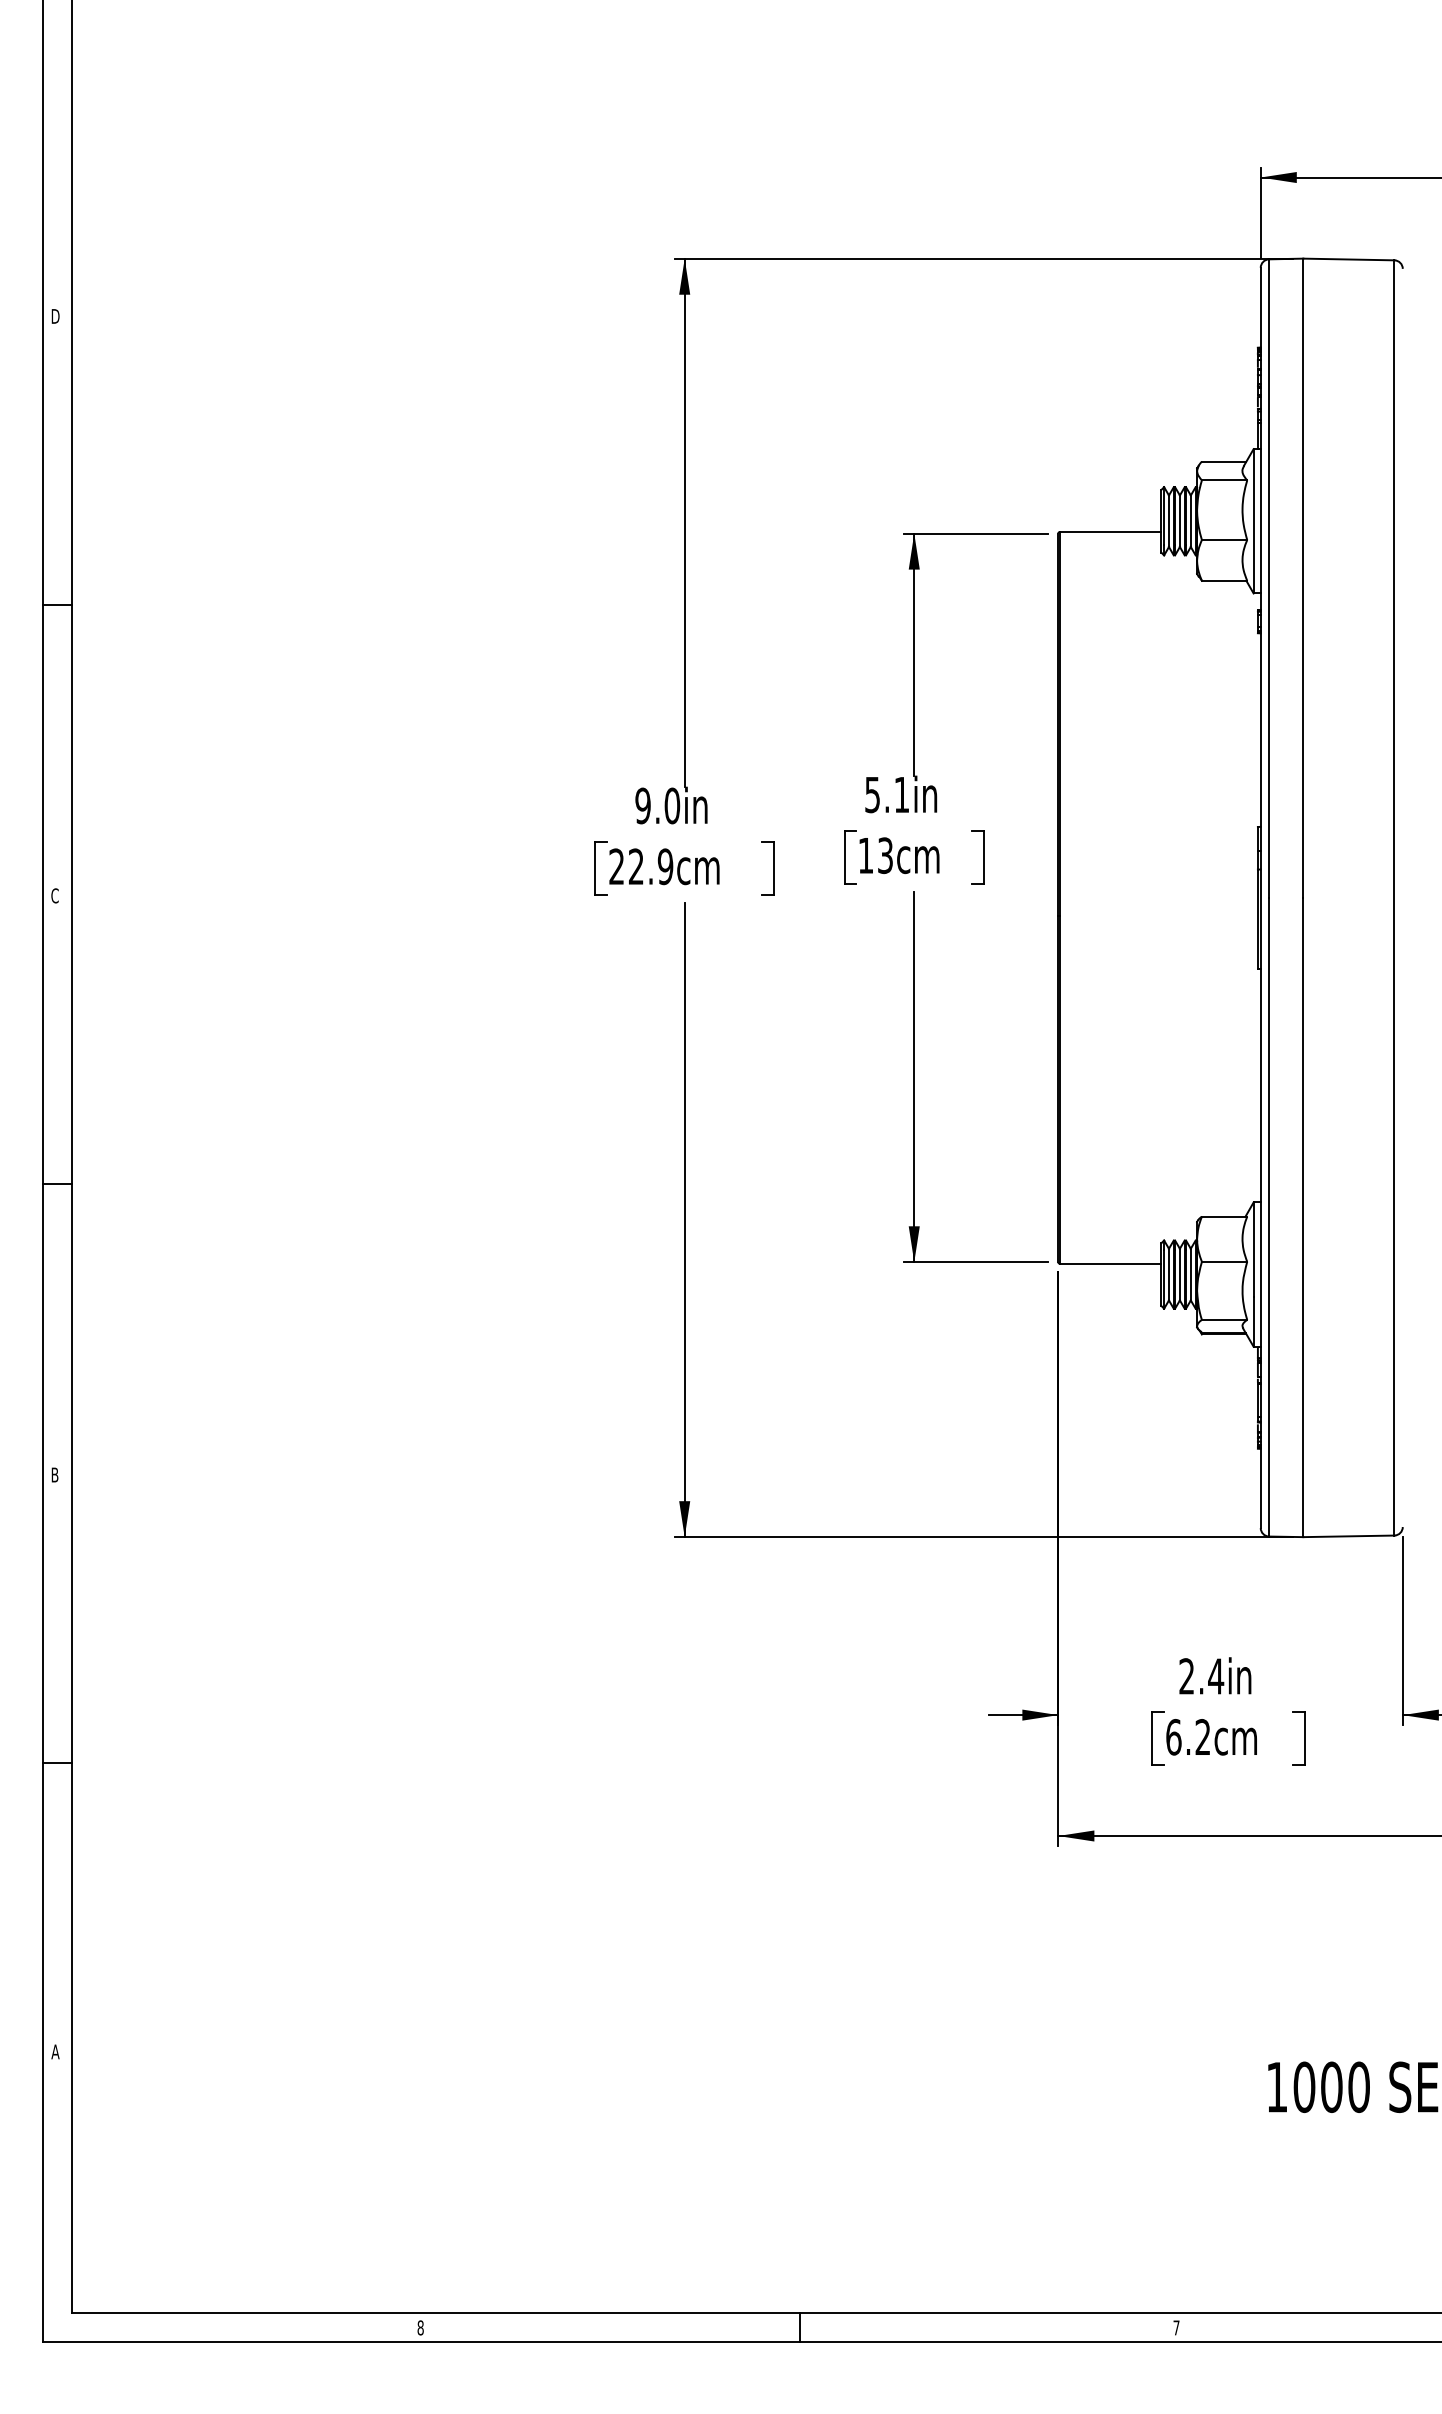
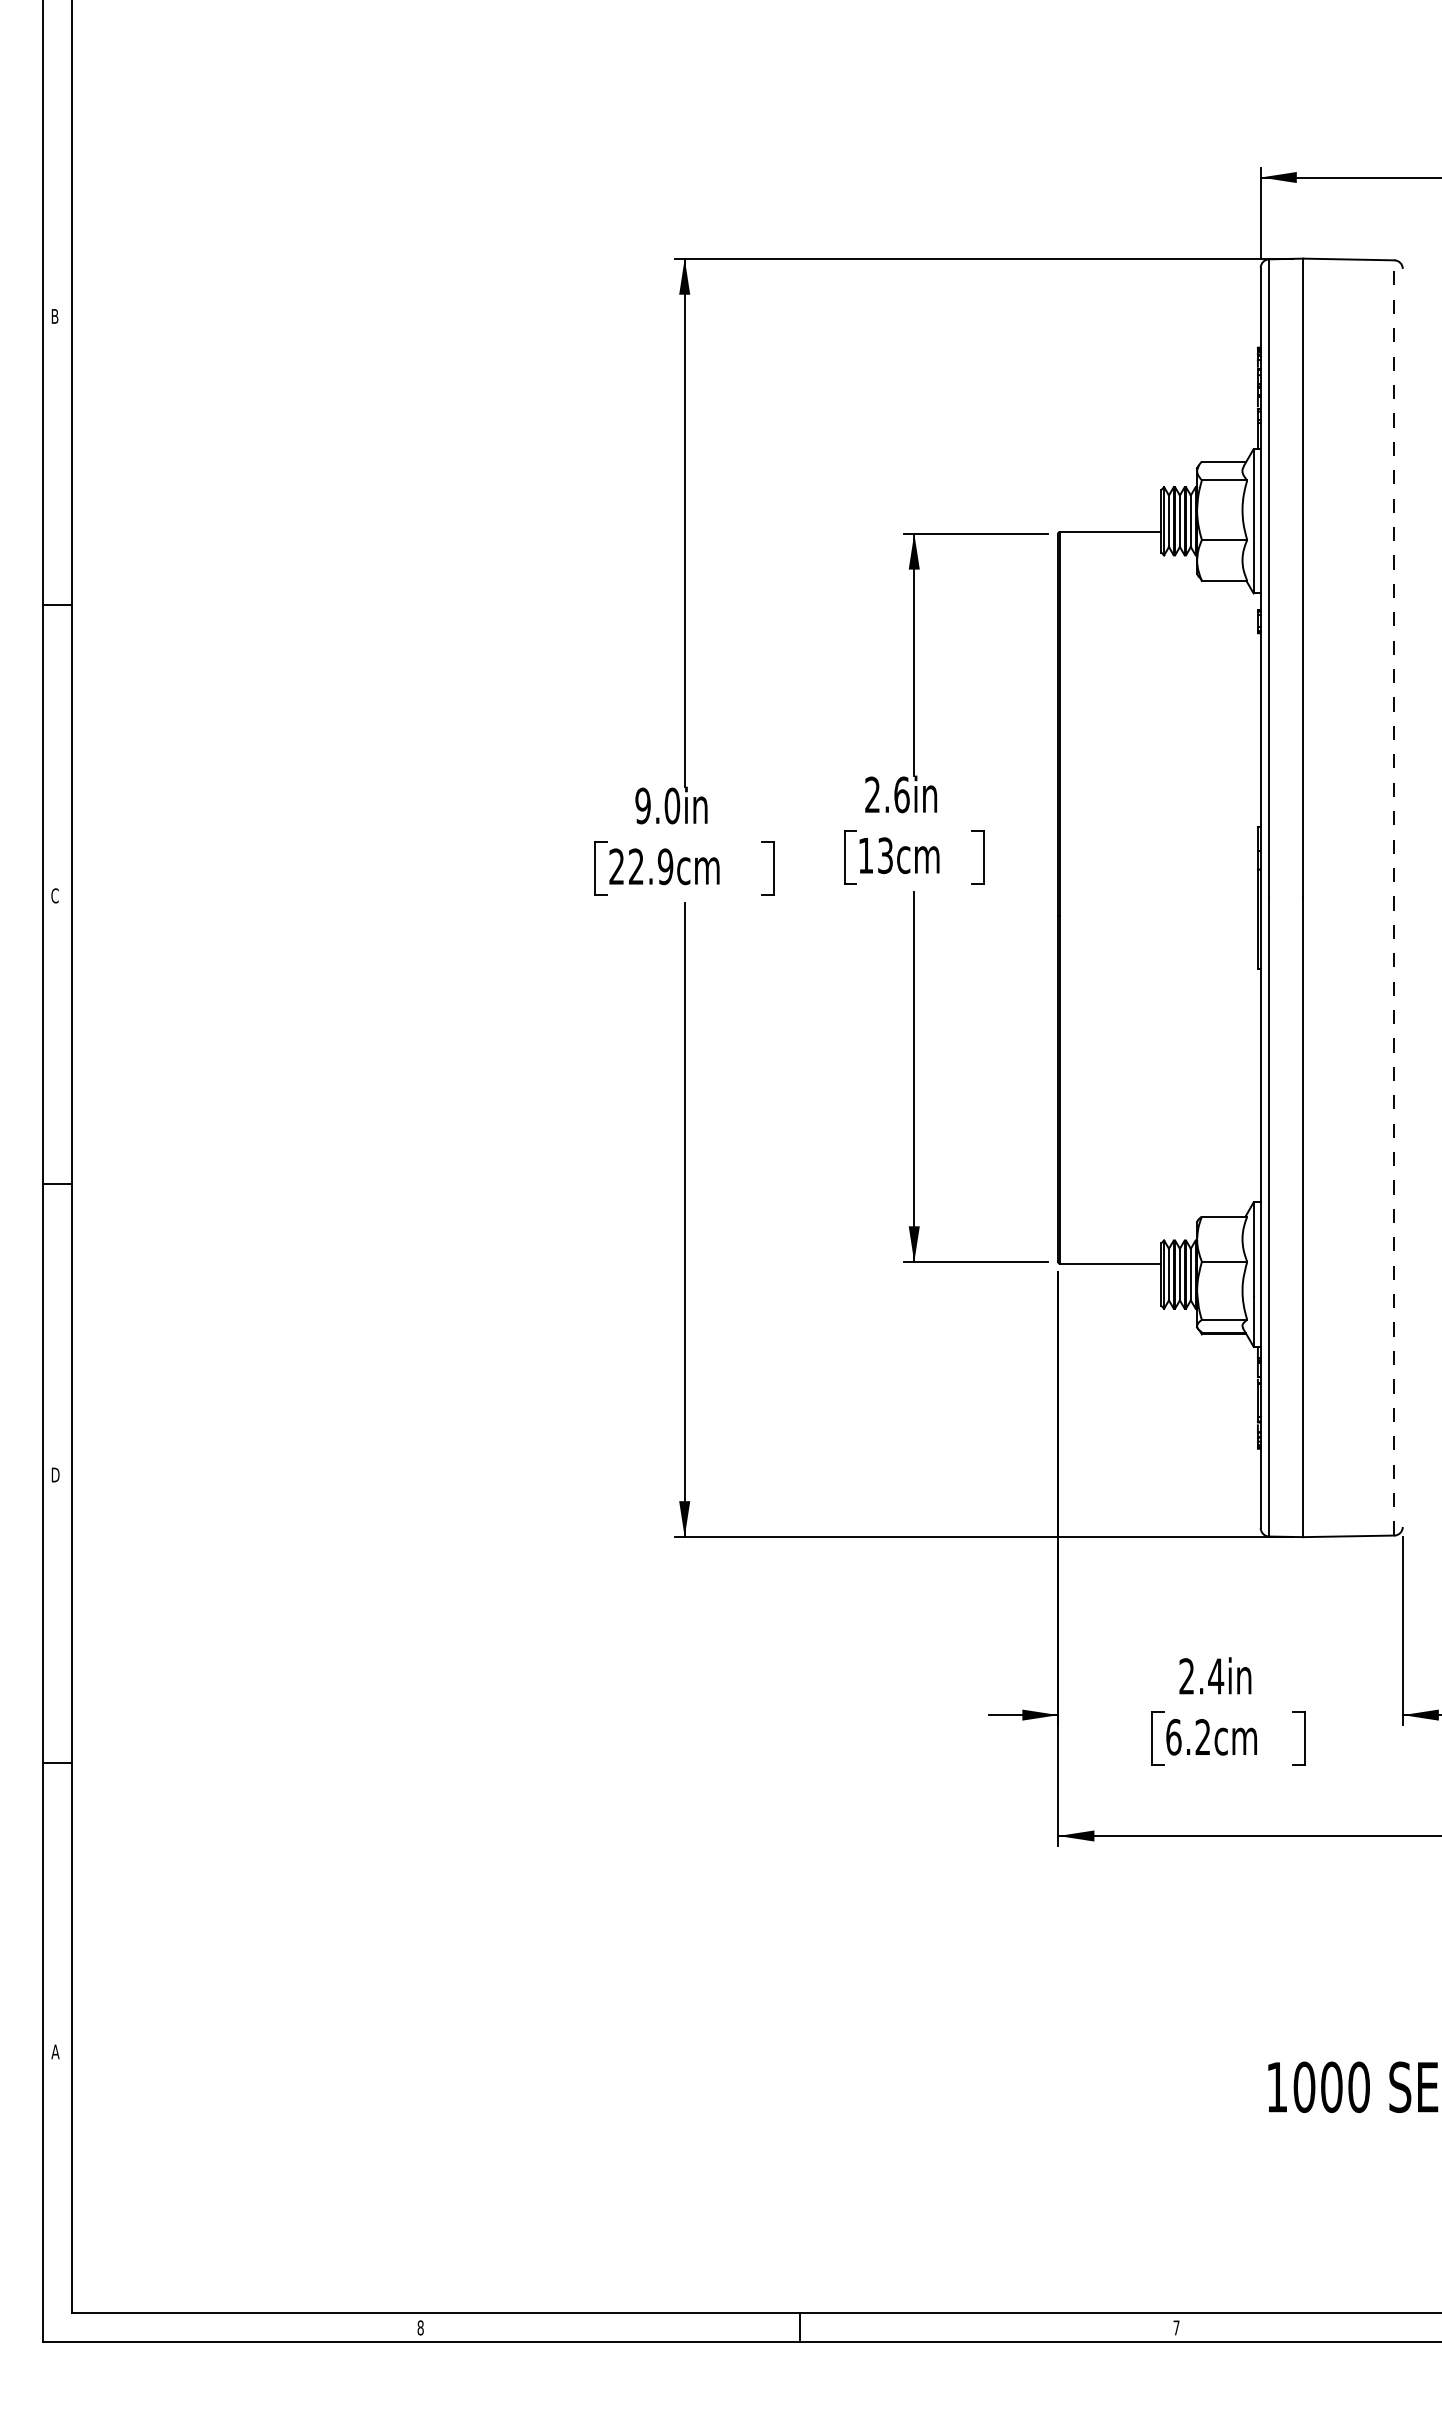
text at (56, 316): D -> B
text at (887, 794): 5.1in -> 2.6in
line at (1394, 897): solid -> dashed
text at (56, 1474): B -> D
